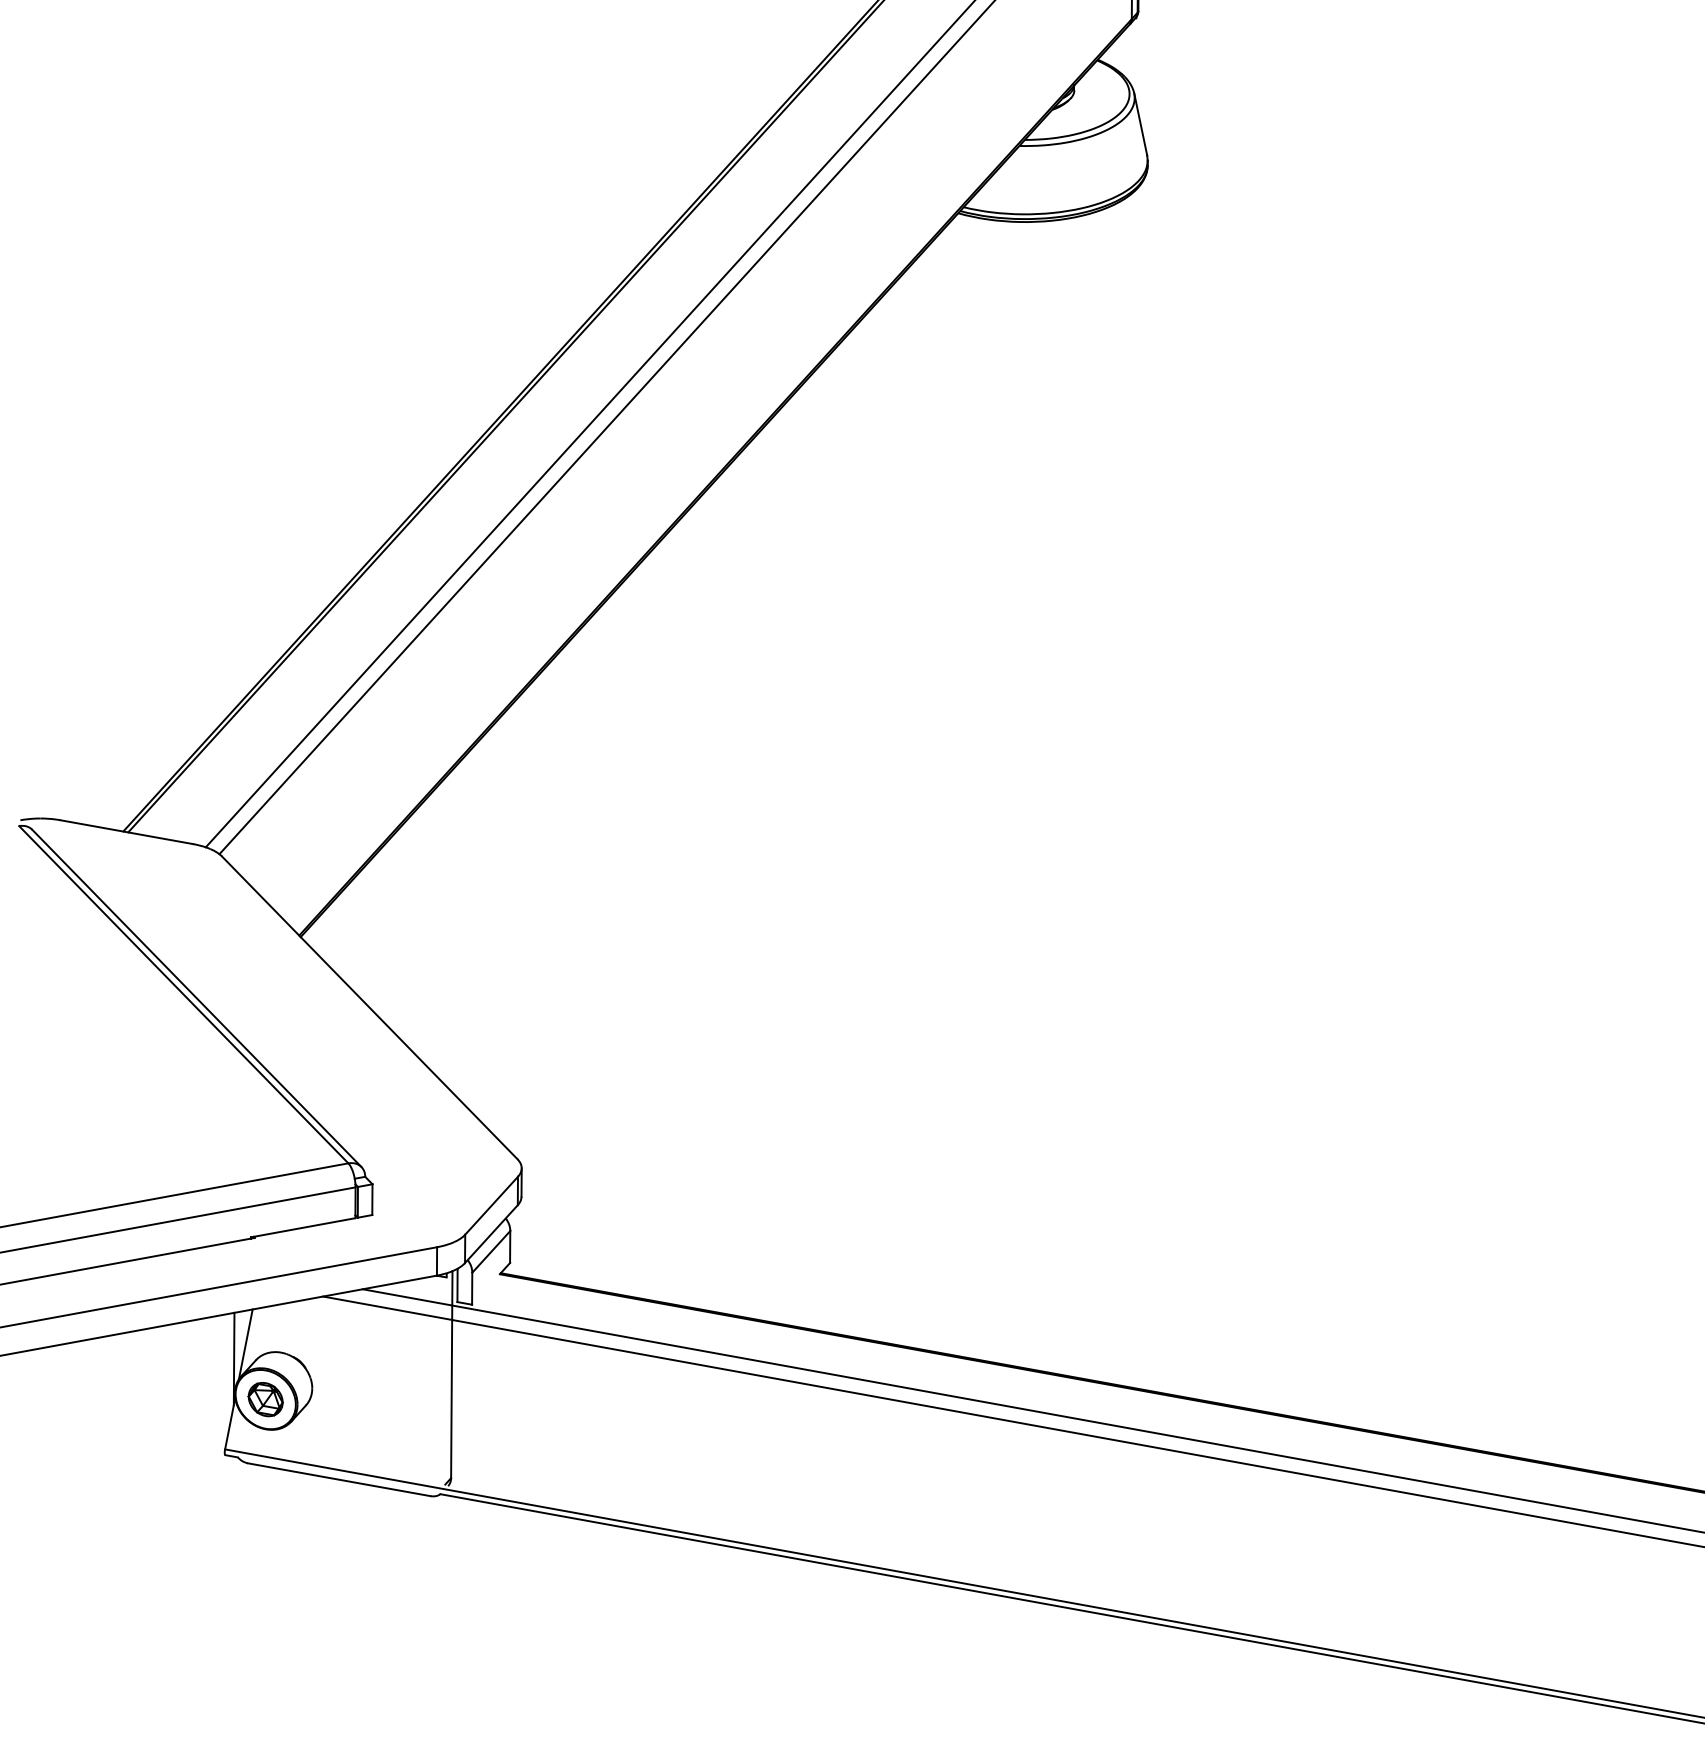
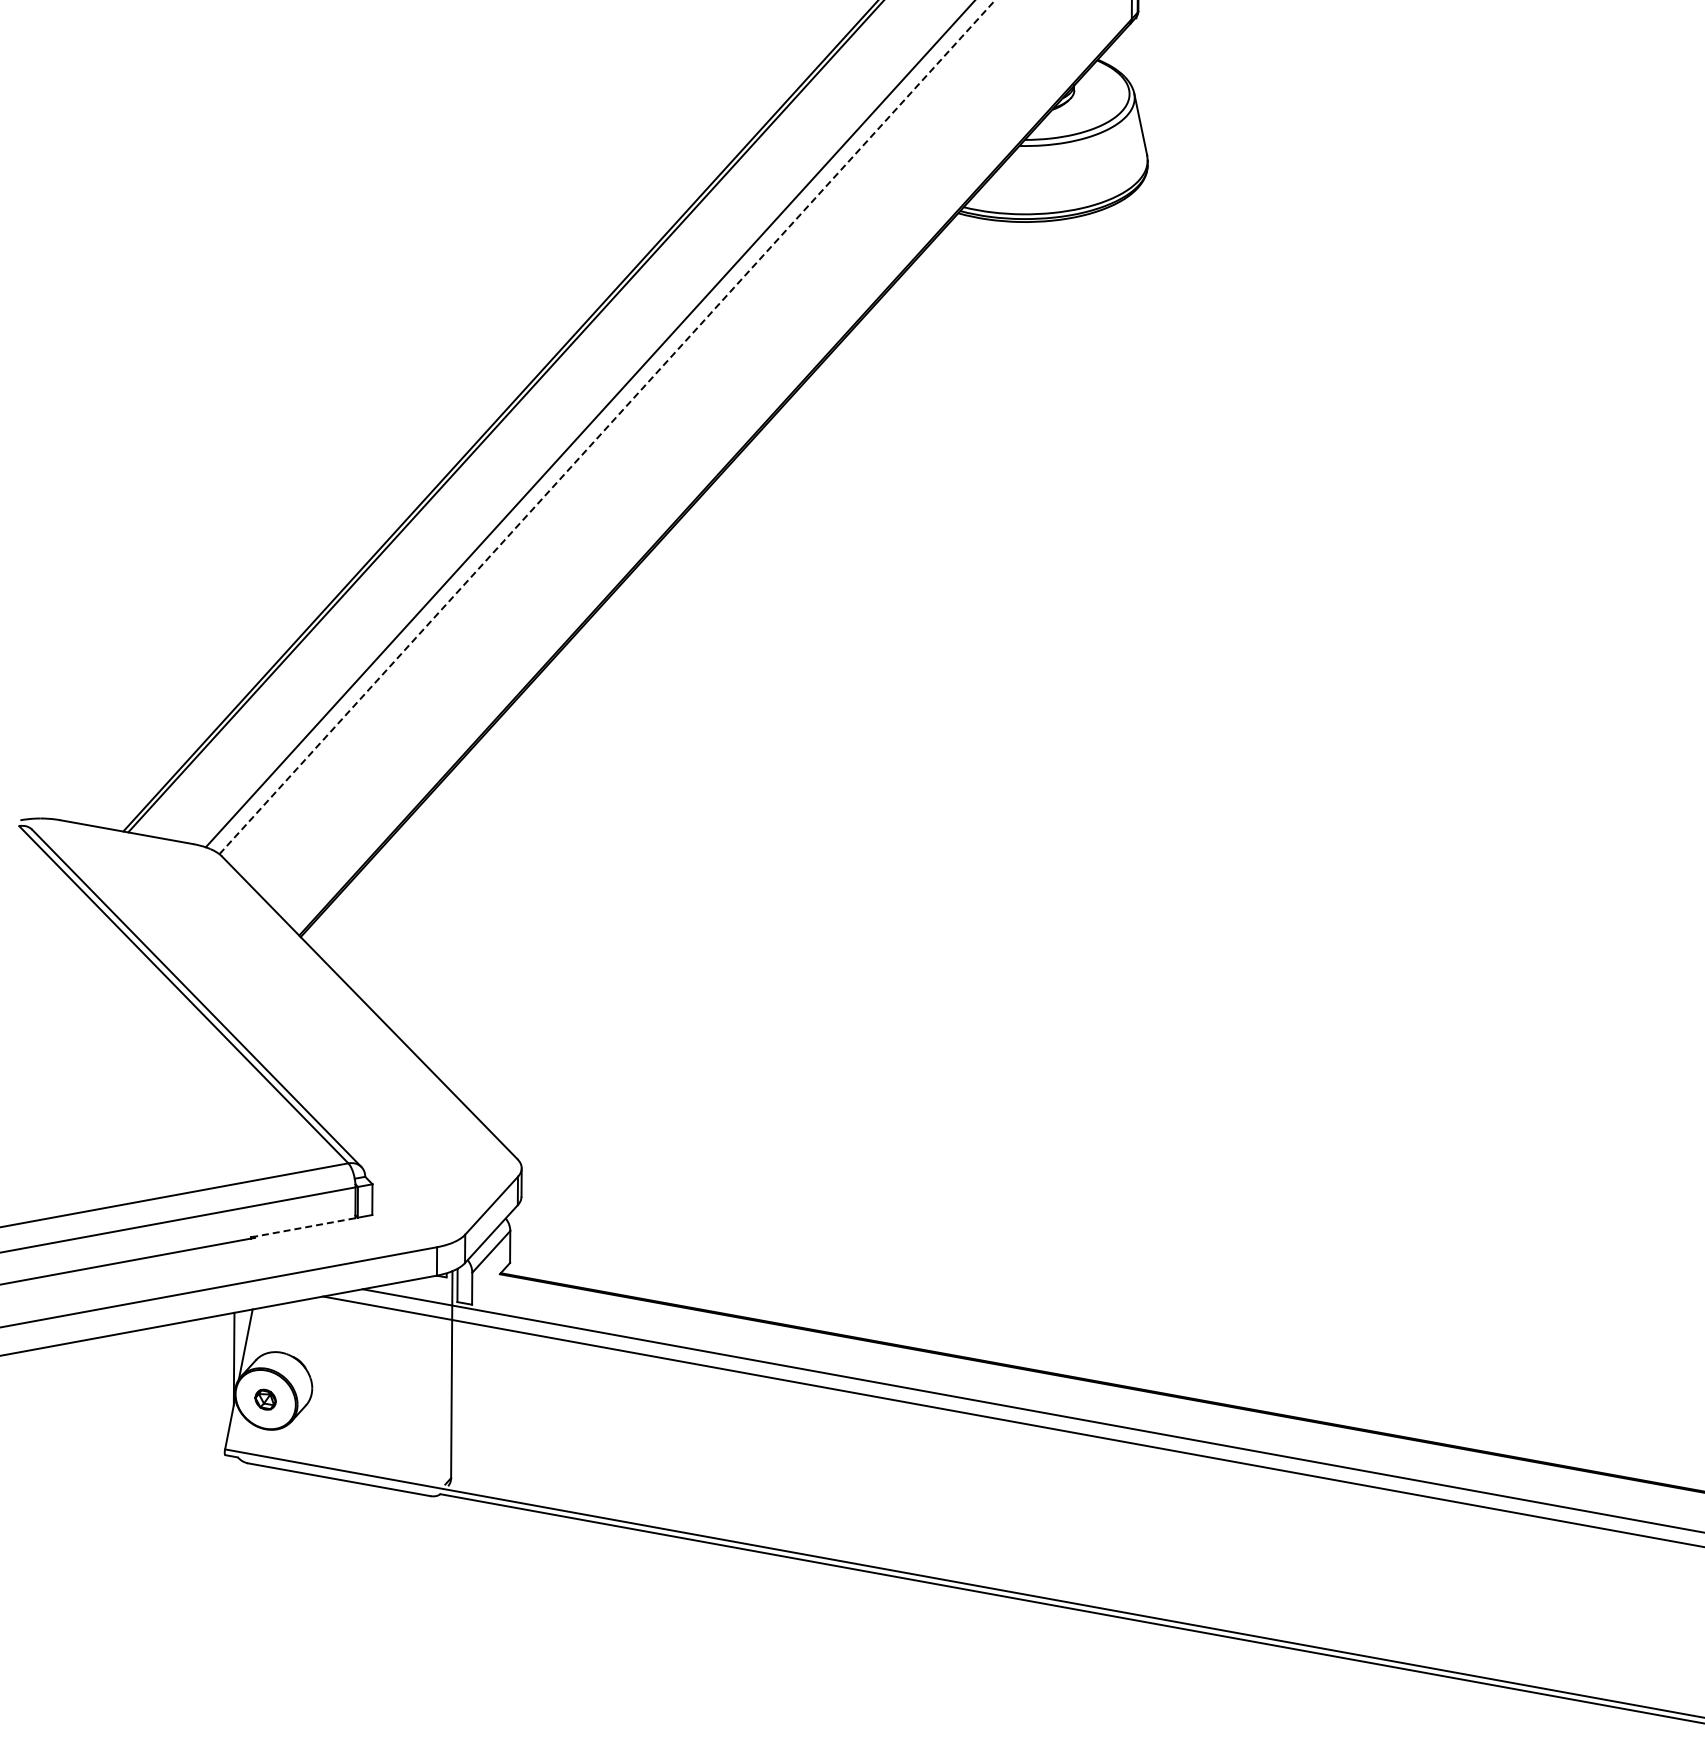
line at (607, 427): solid -> dashed
line at (303, 1227): solid -> dashed
part at (265, 1399) size: 37x36 px -> 23x23 px
